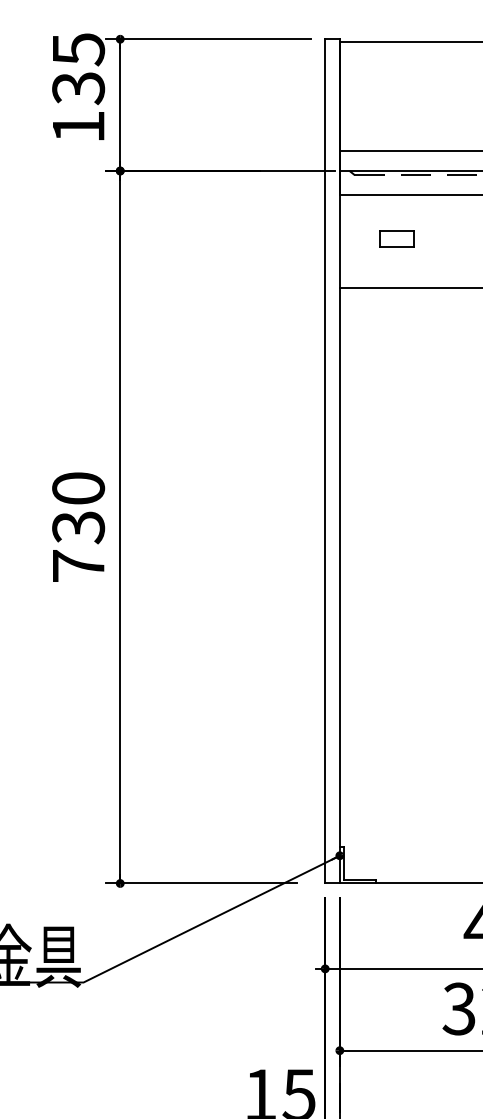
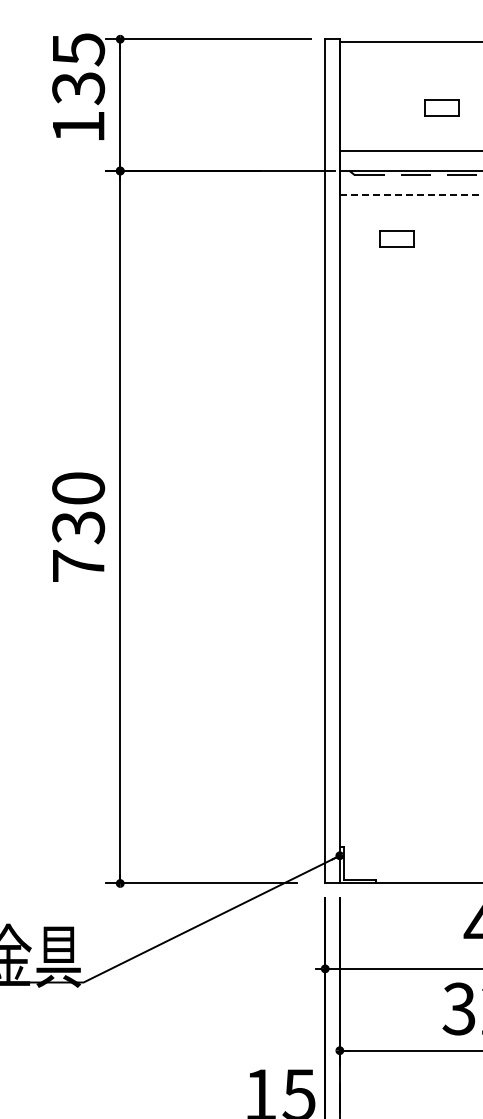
part at (441, 107): none -> present
line at (411, 195): solid -> dashed
line at (409, 288): present -> none
